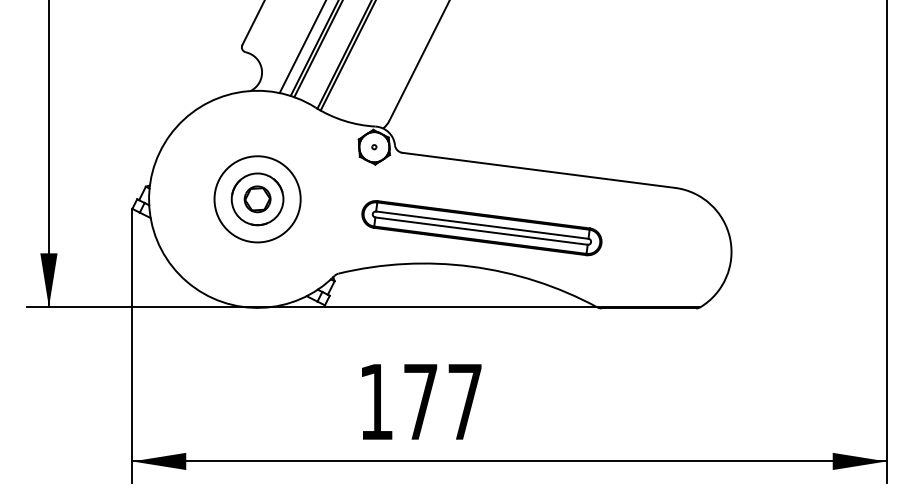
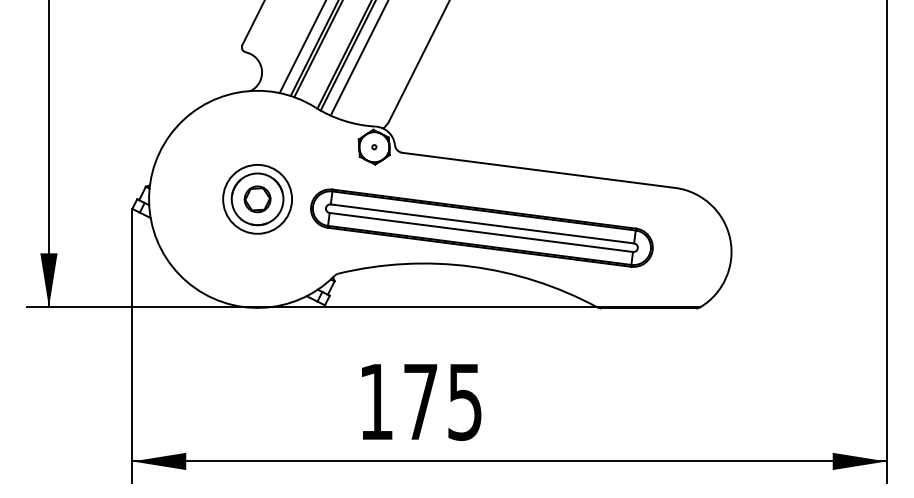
line at (358, 58): none -> present
circle at (257, 199) diameter: 86 px -> 69 px
part at (481, 228) size: 242x57 px -> 344x80 px
text at (464, 402): 177 -> 175
